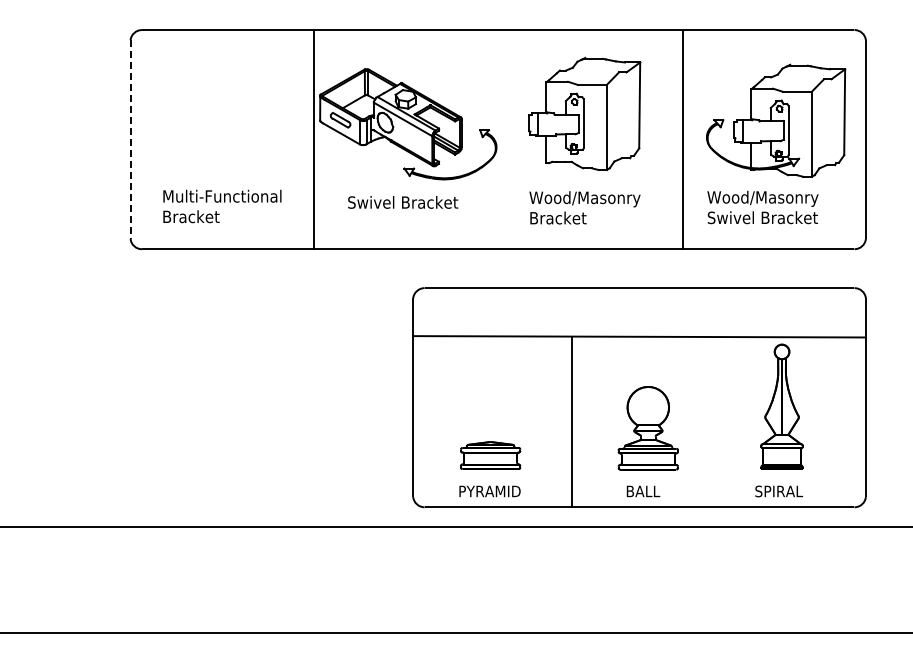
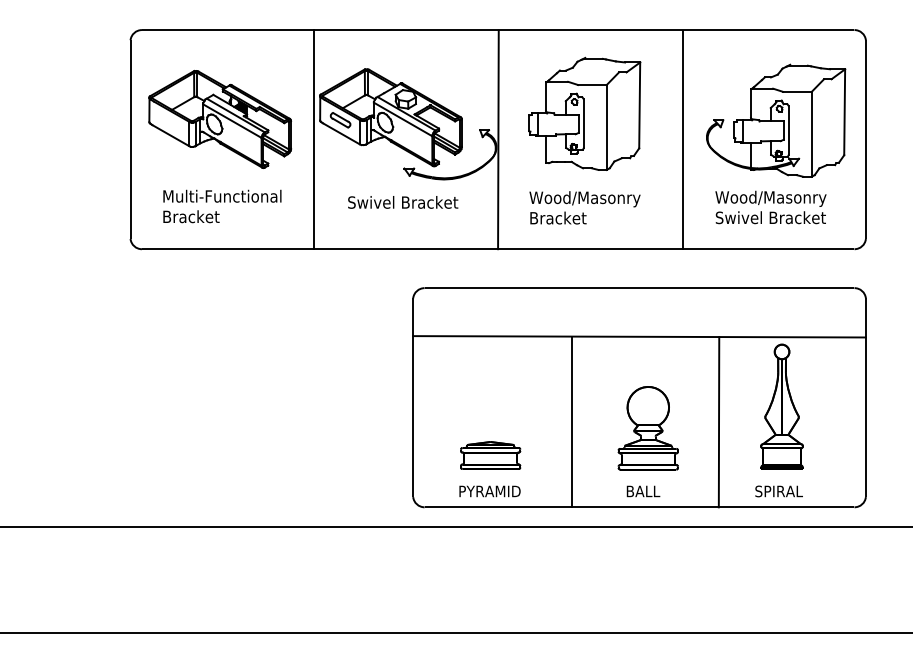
line at (498, 139): none -> present
line at (130, 140): dashed -> solid
part at (220, 146): none -> present
text at (762, 207) position: (762, 207) -> (770, 207)
line at (718, 422): none -> present
